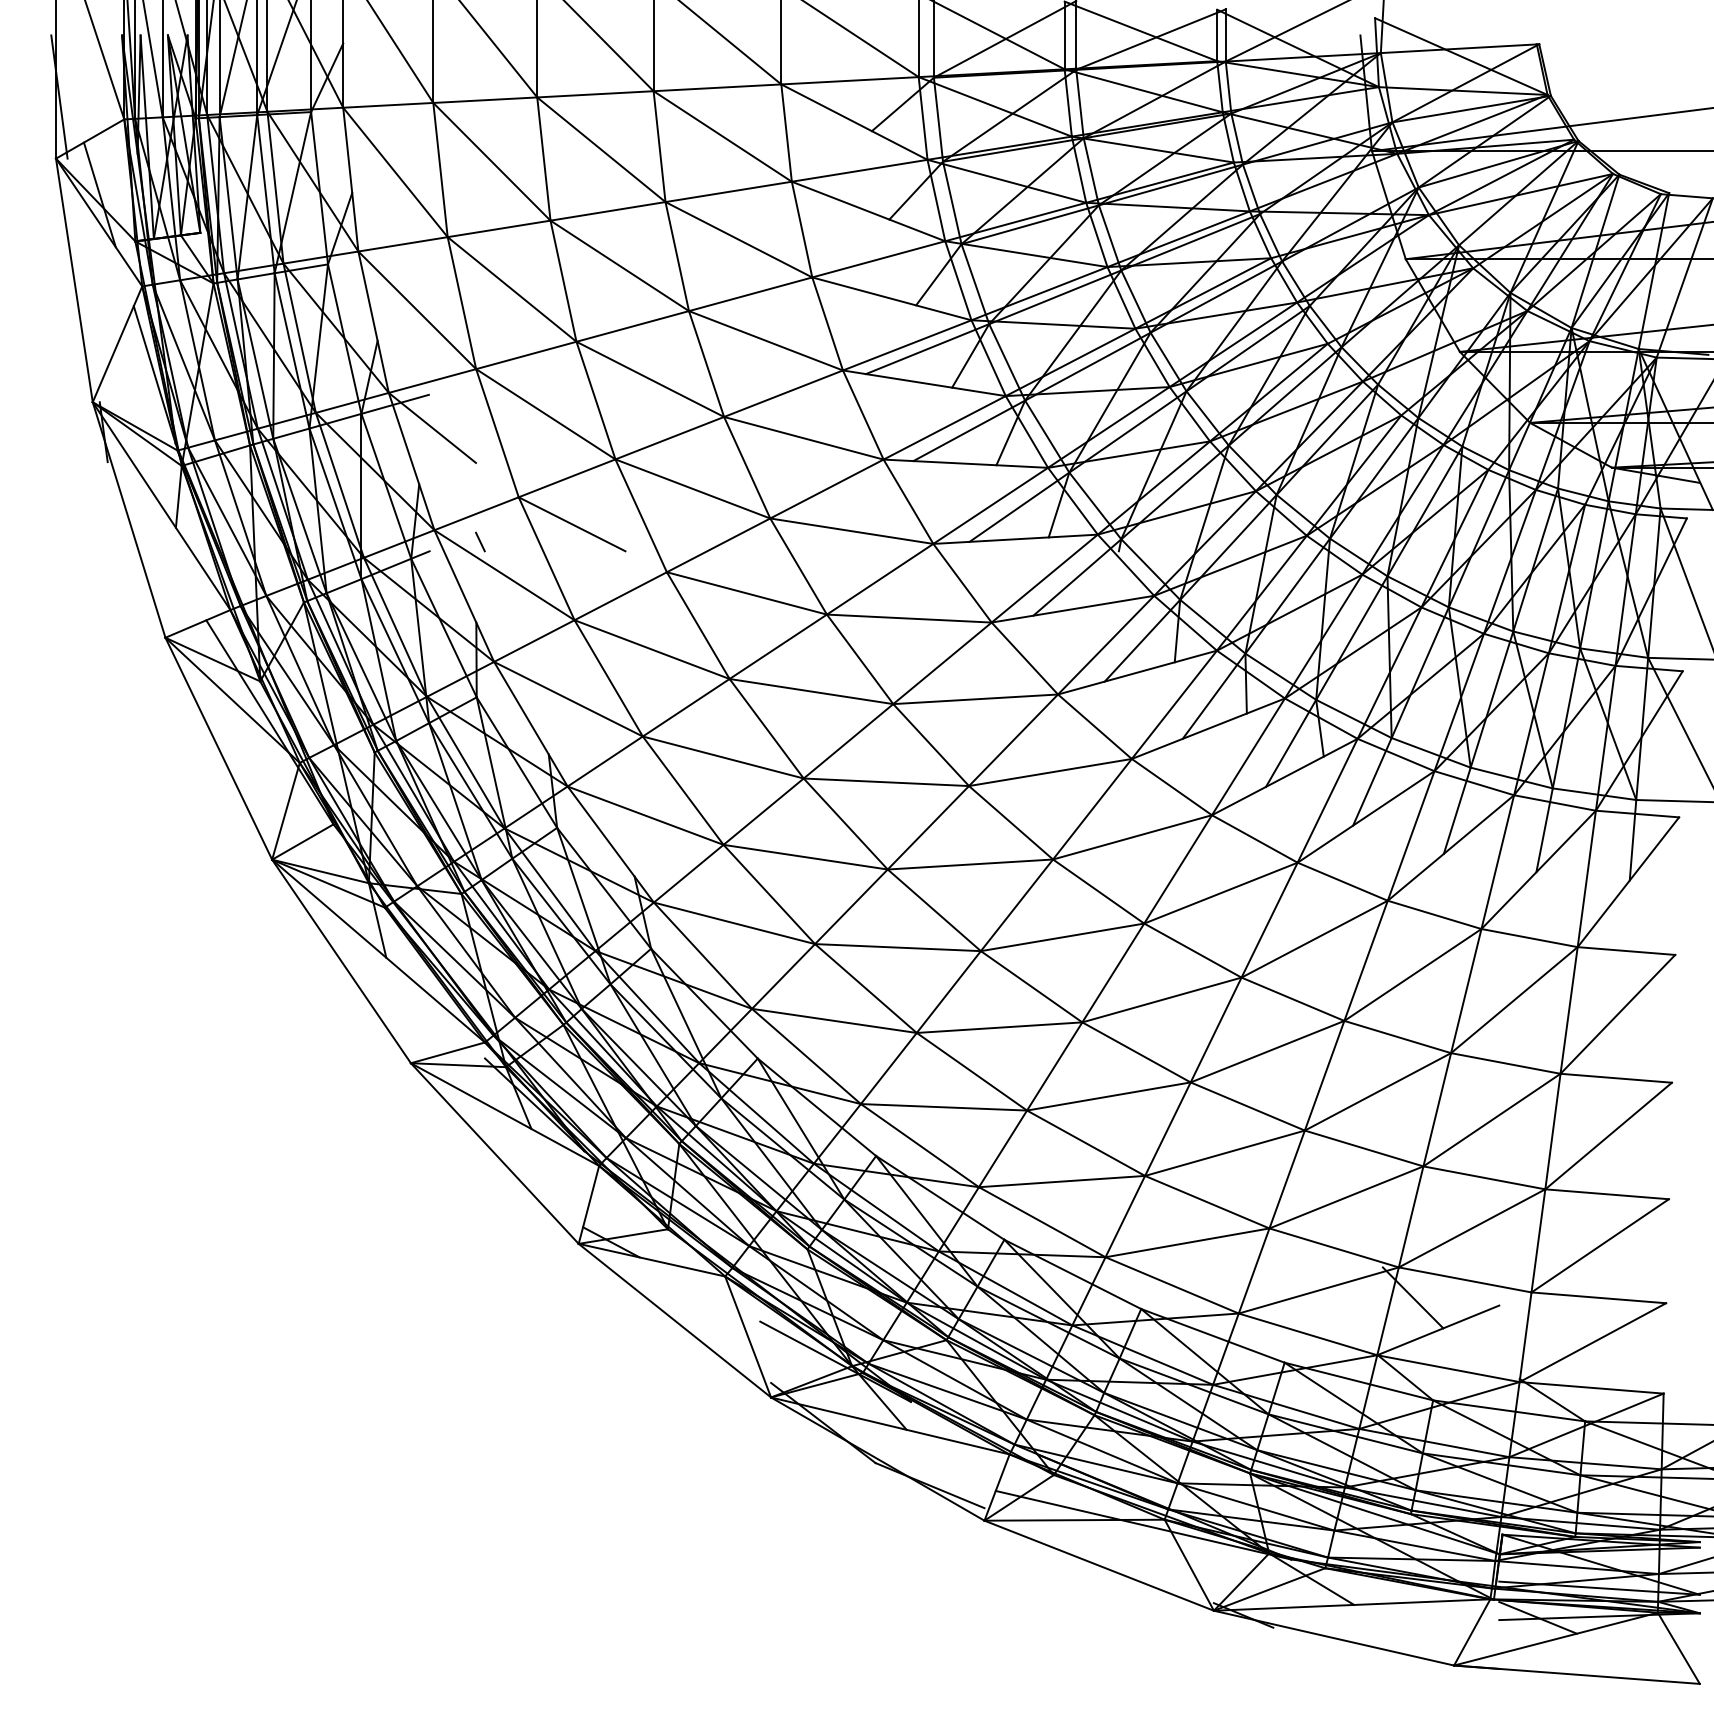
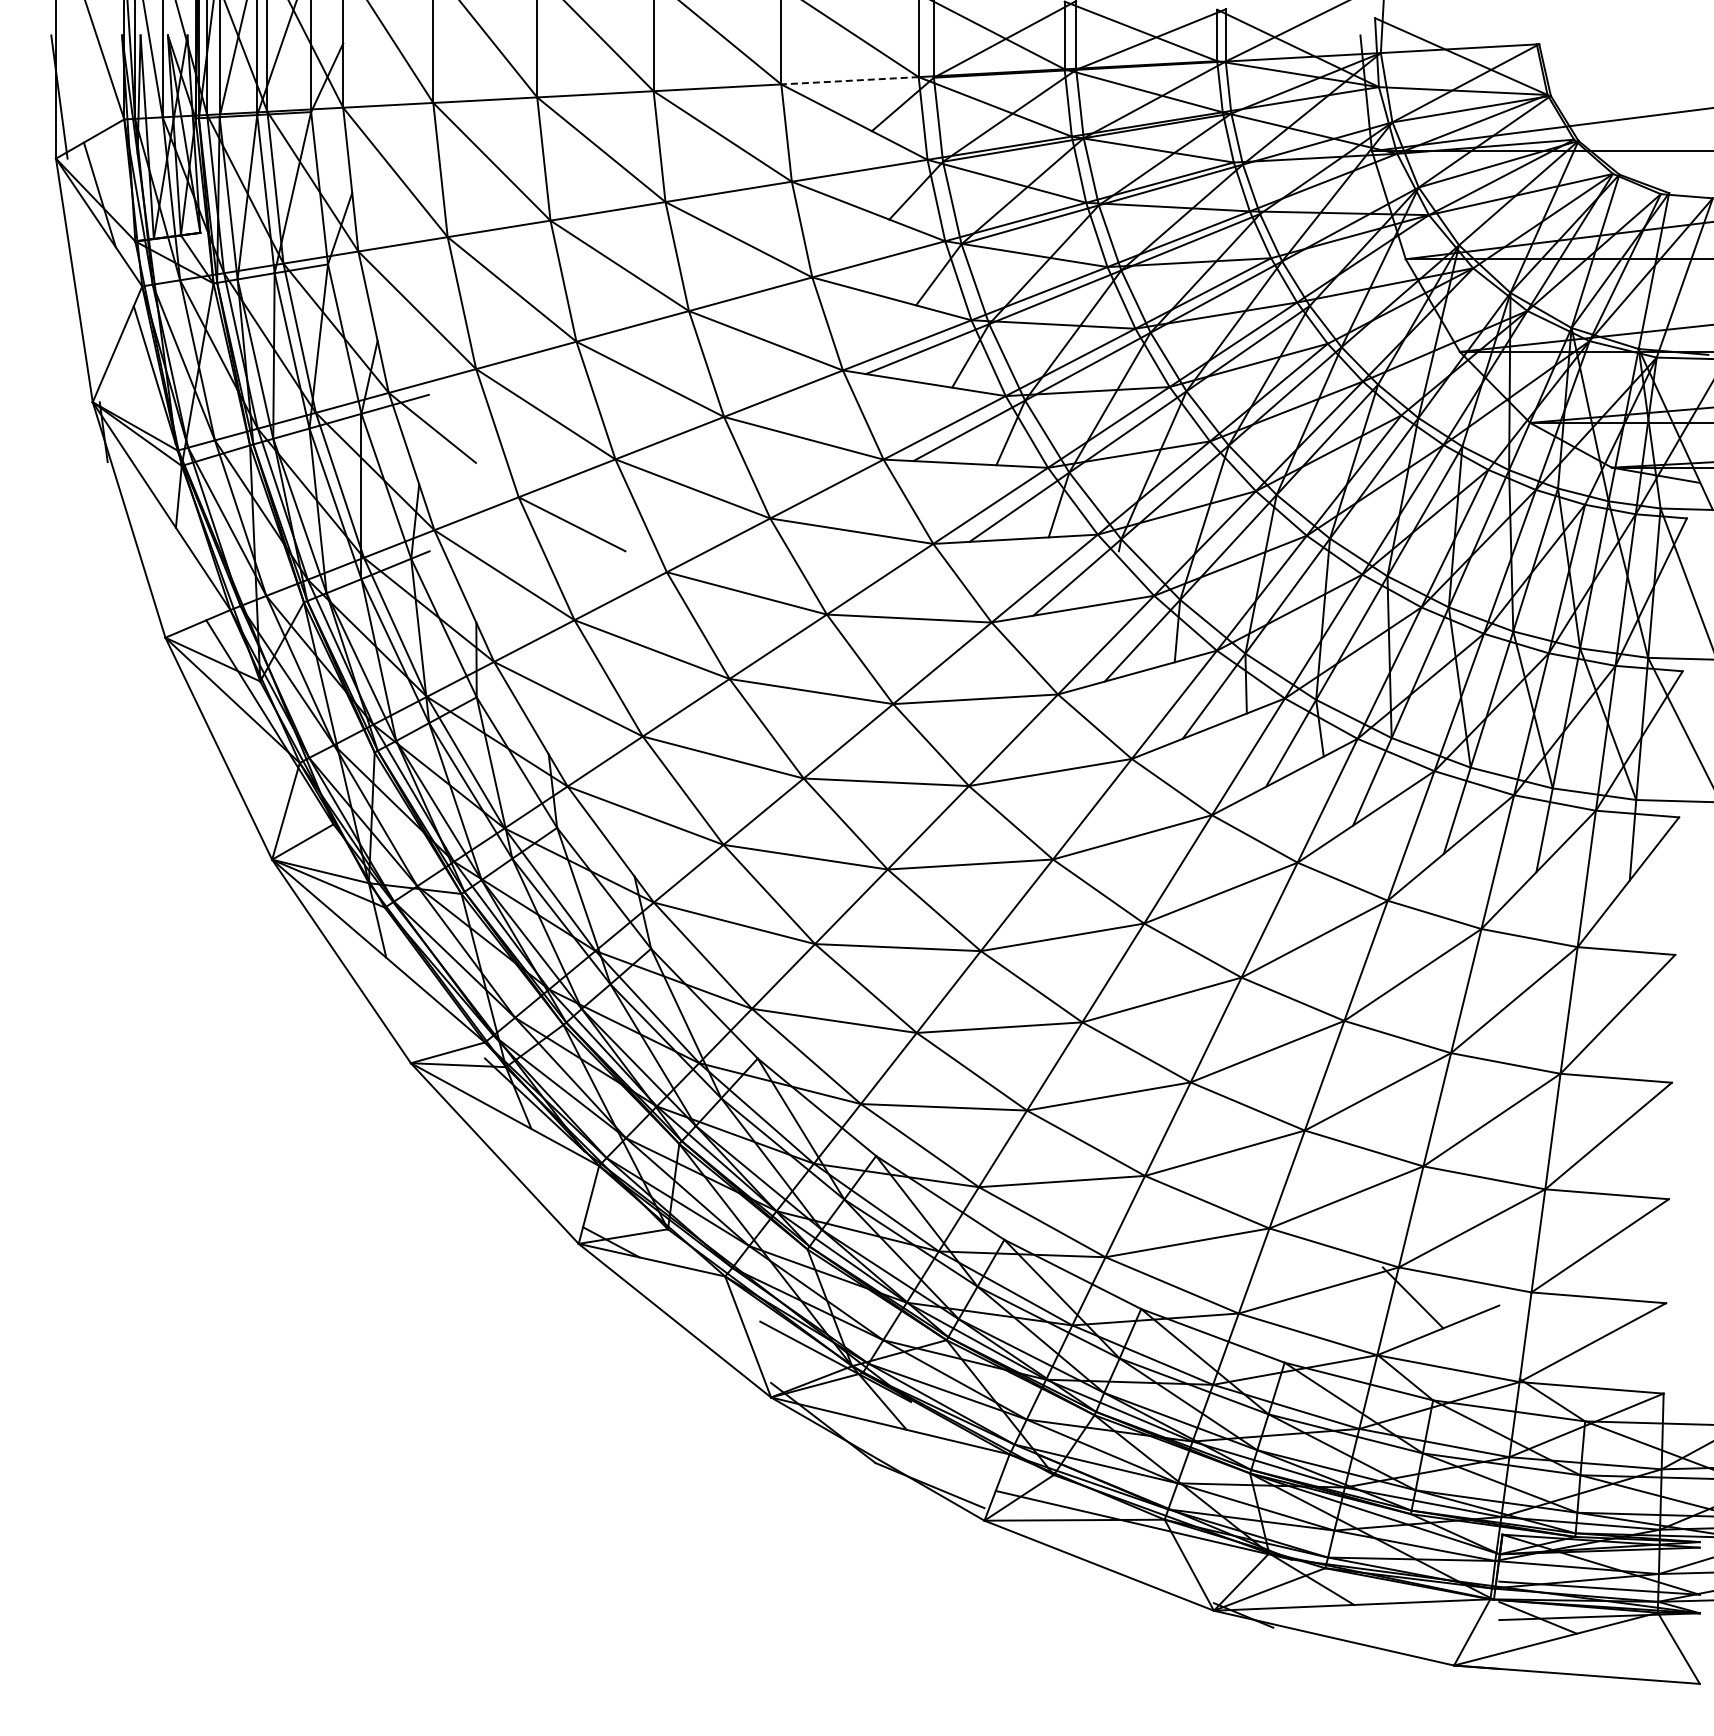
line at (850, 80): solid -> dashed
line at (480, 541): present -> none
